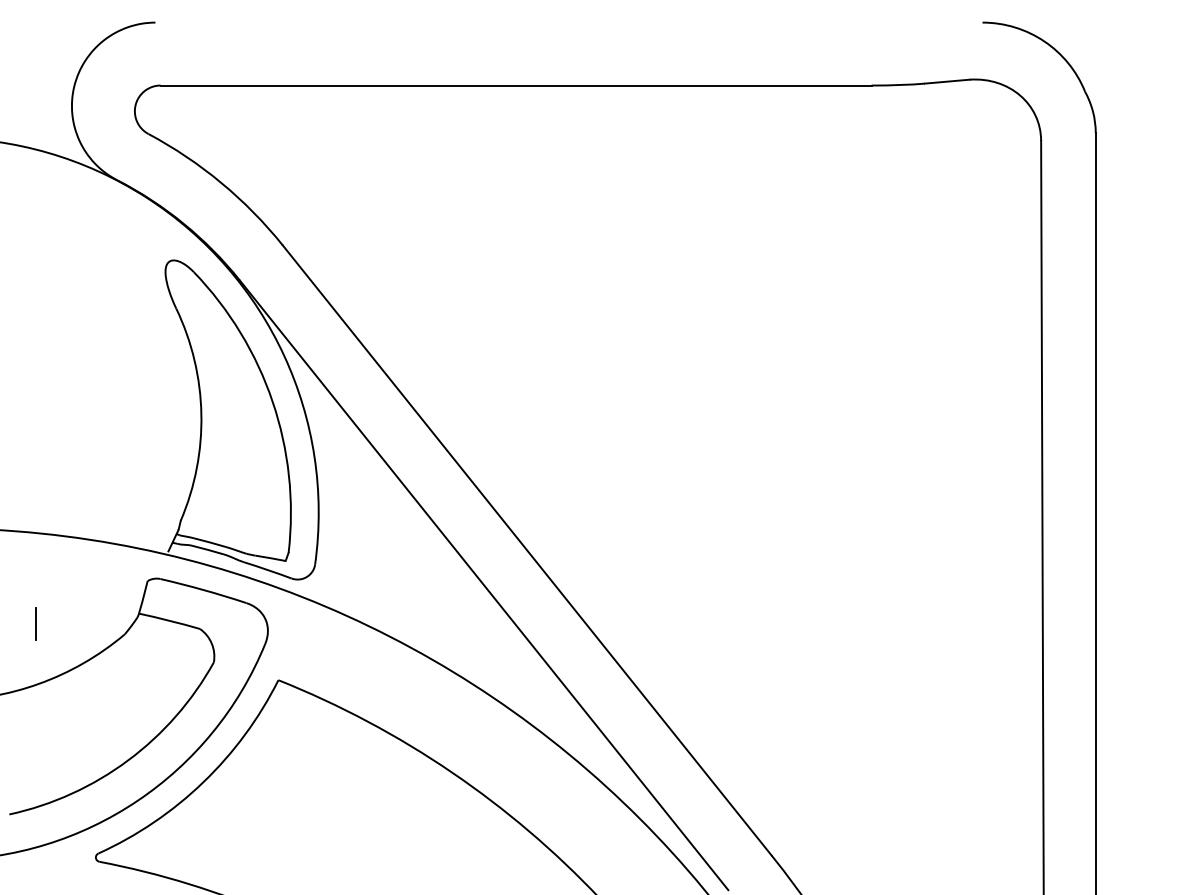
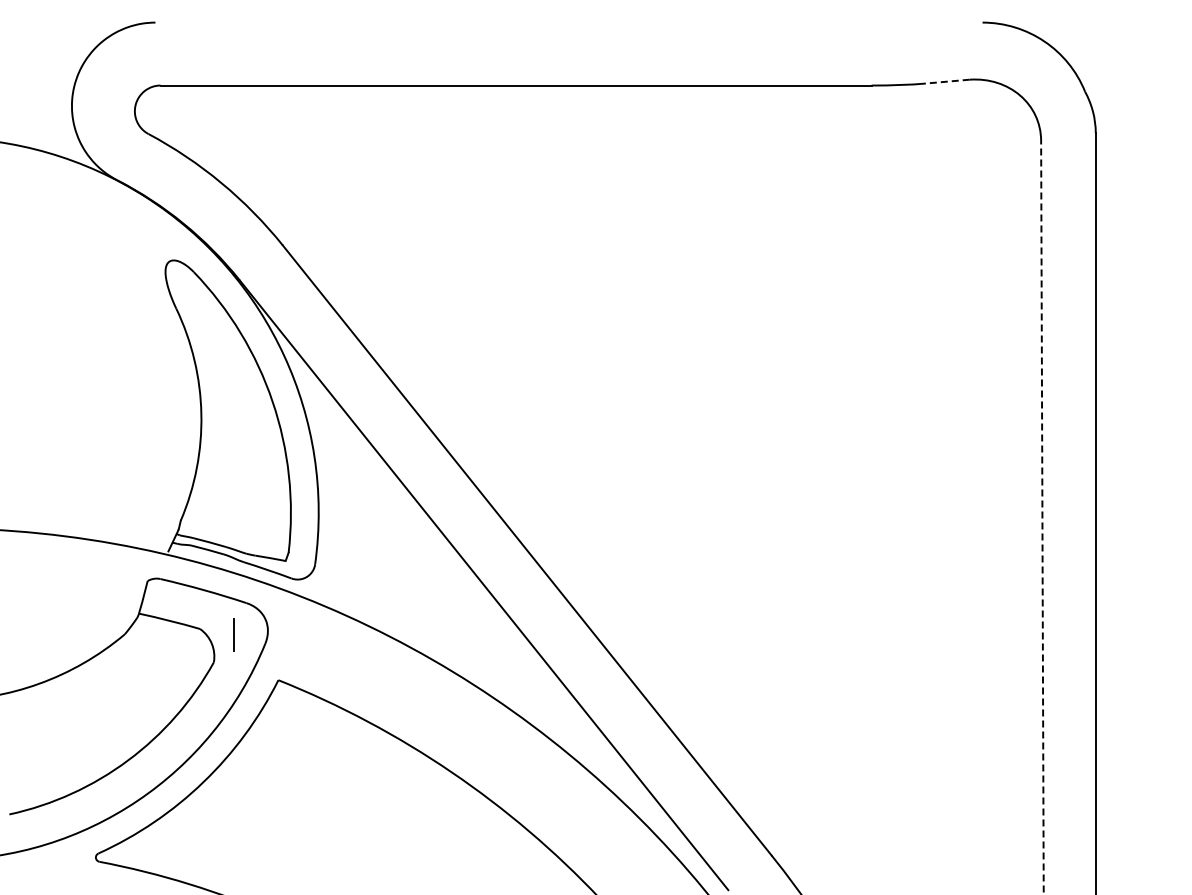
line at (946, 81): solid -> dashed
line at (1042, 517): solid -> dashed
line at (35, 623) position: (35, 623) -> (233, 634)
